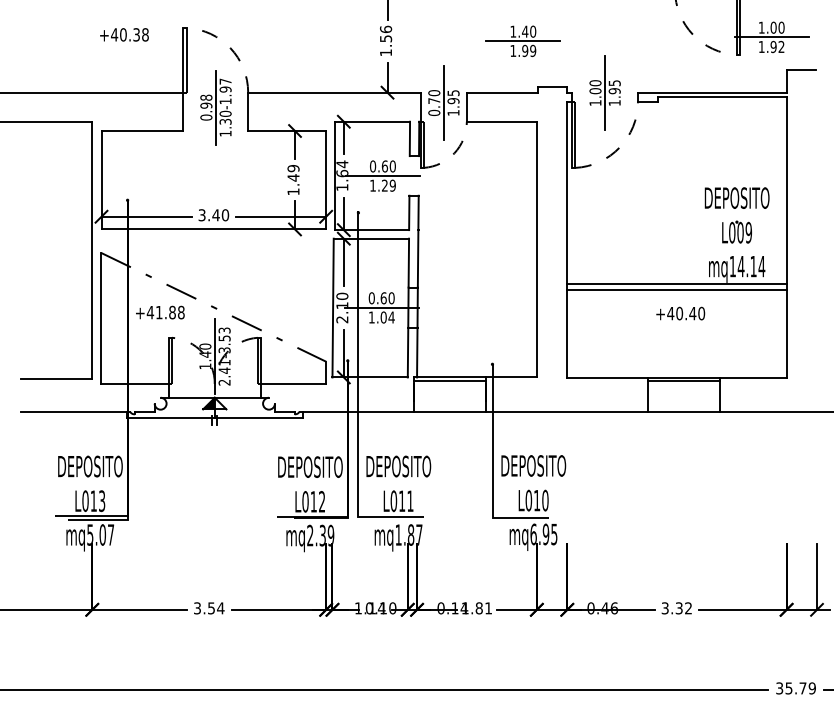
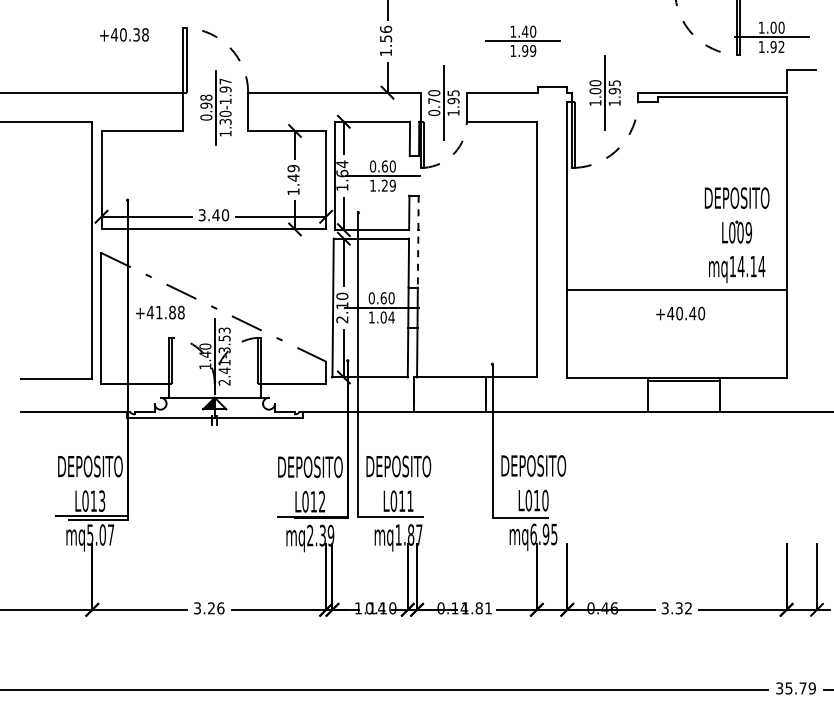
line at (418, 241): solid -> dashed
line at (676, 283): present -> none
line at (449, 380): present -> none
text at (216, 608): 3.54 -> 3.26
